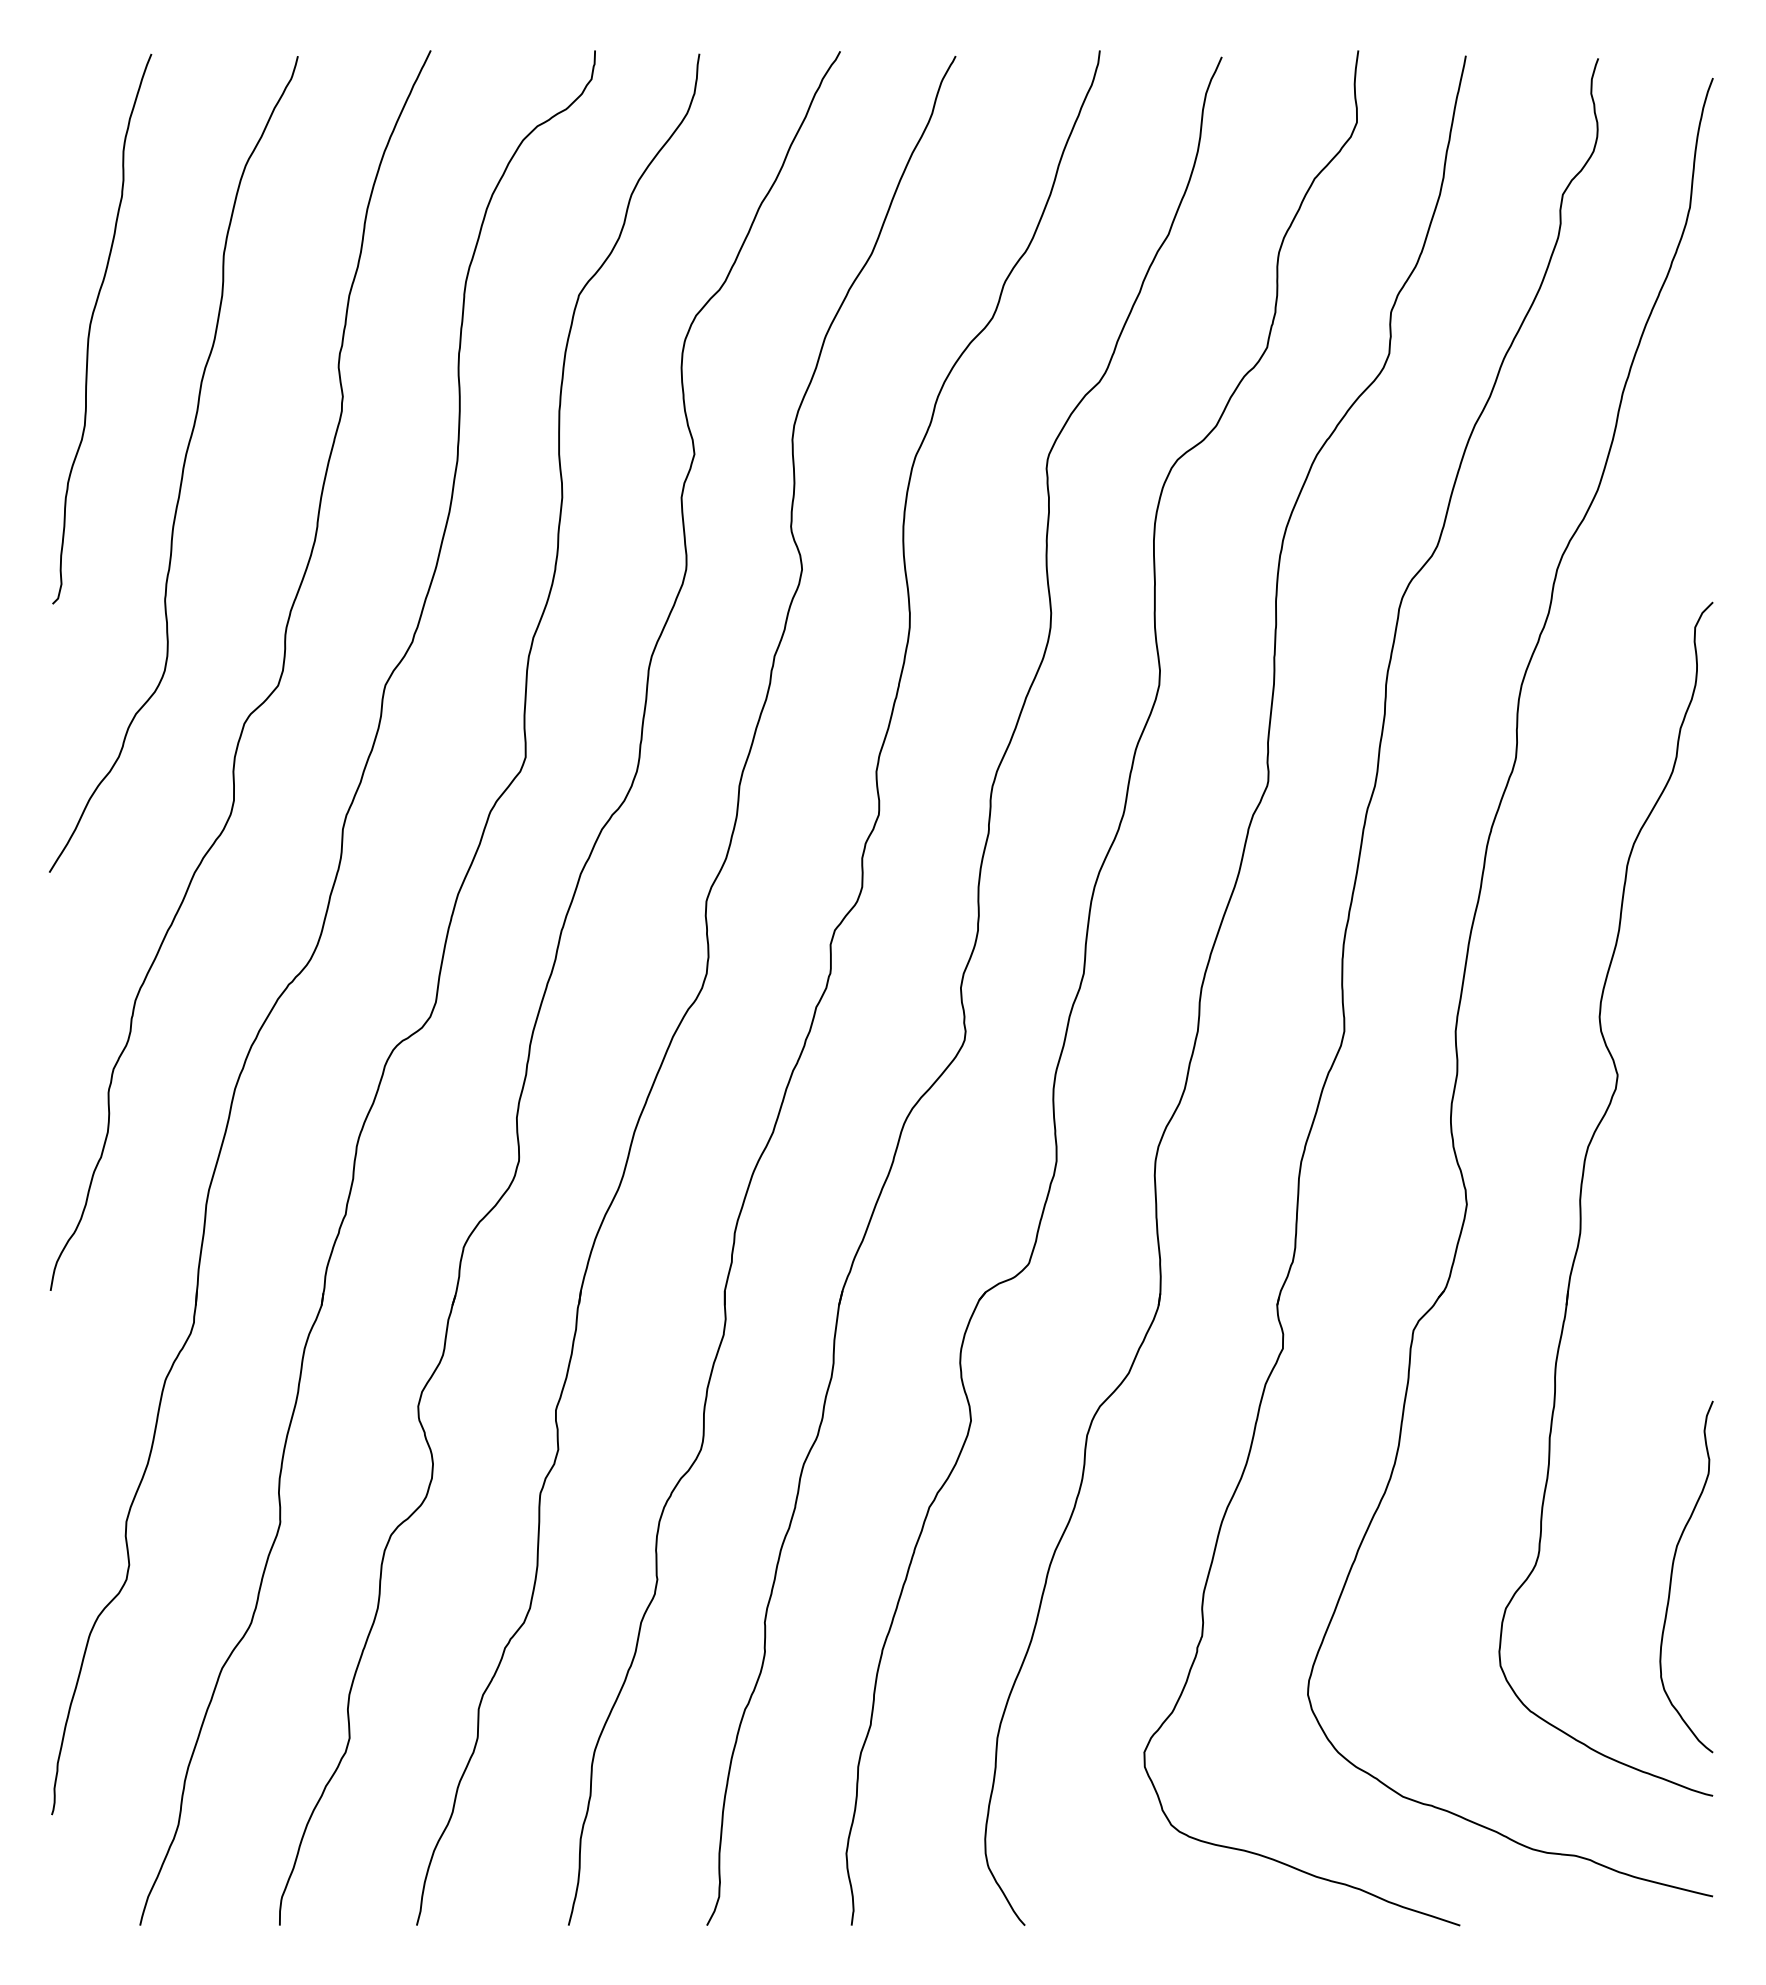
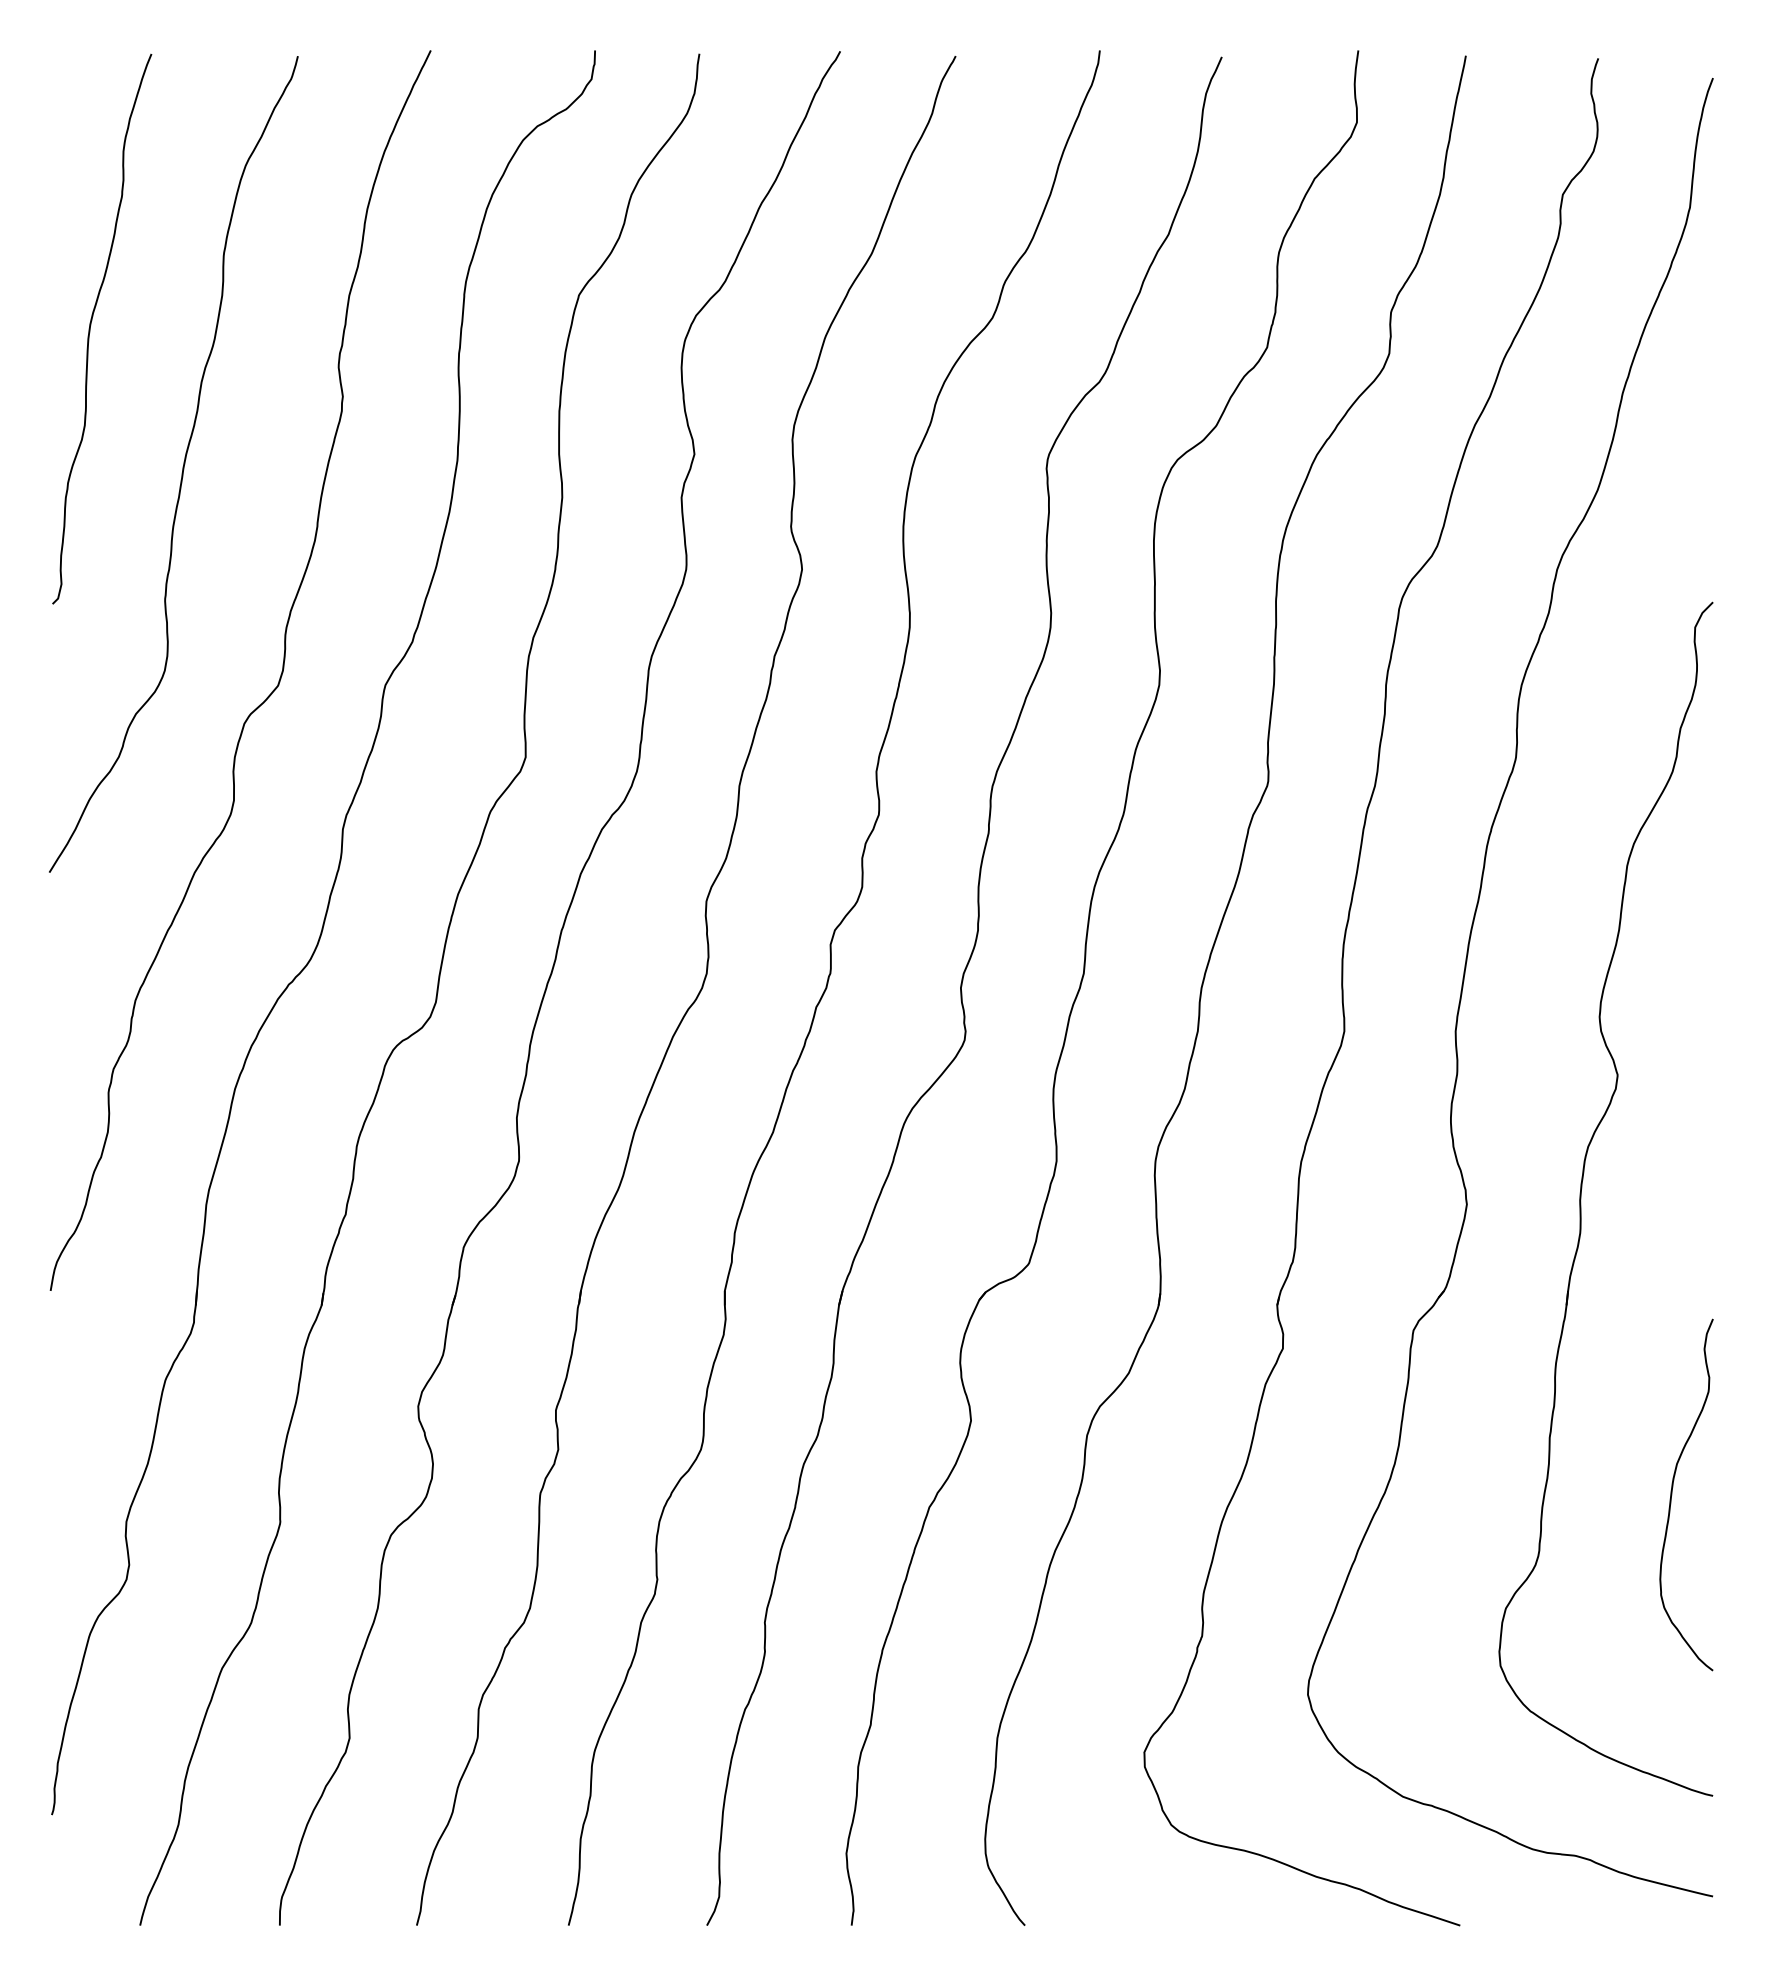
curve at (1672, 1576) position: (1672, 1576) -> (1672, 1494)
